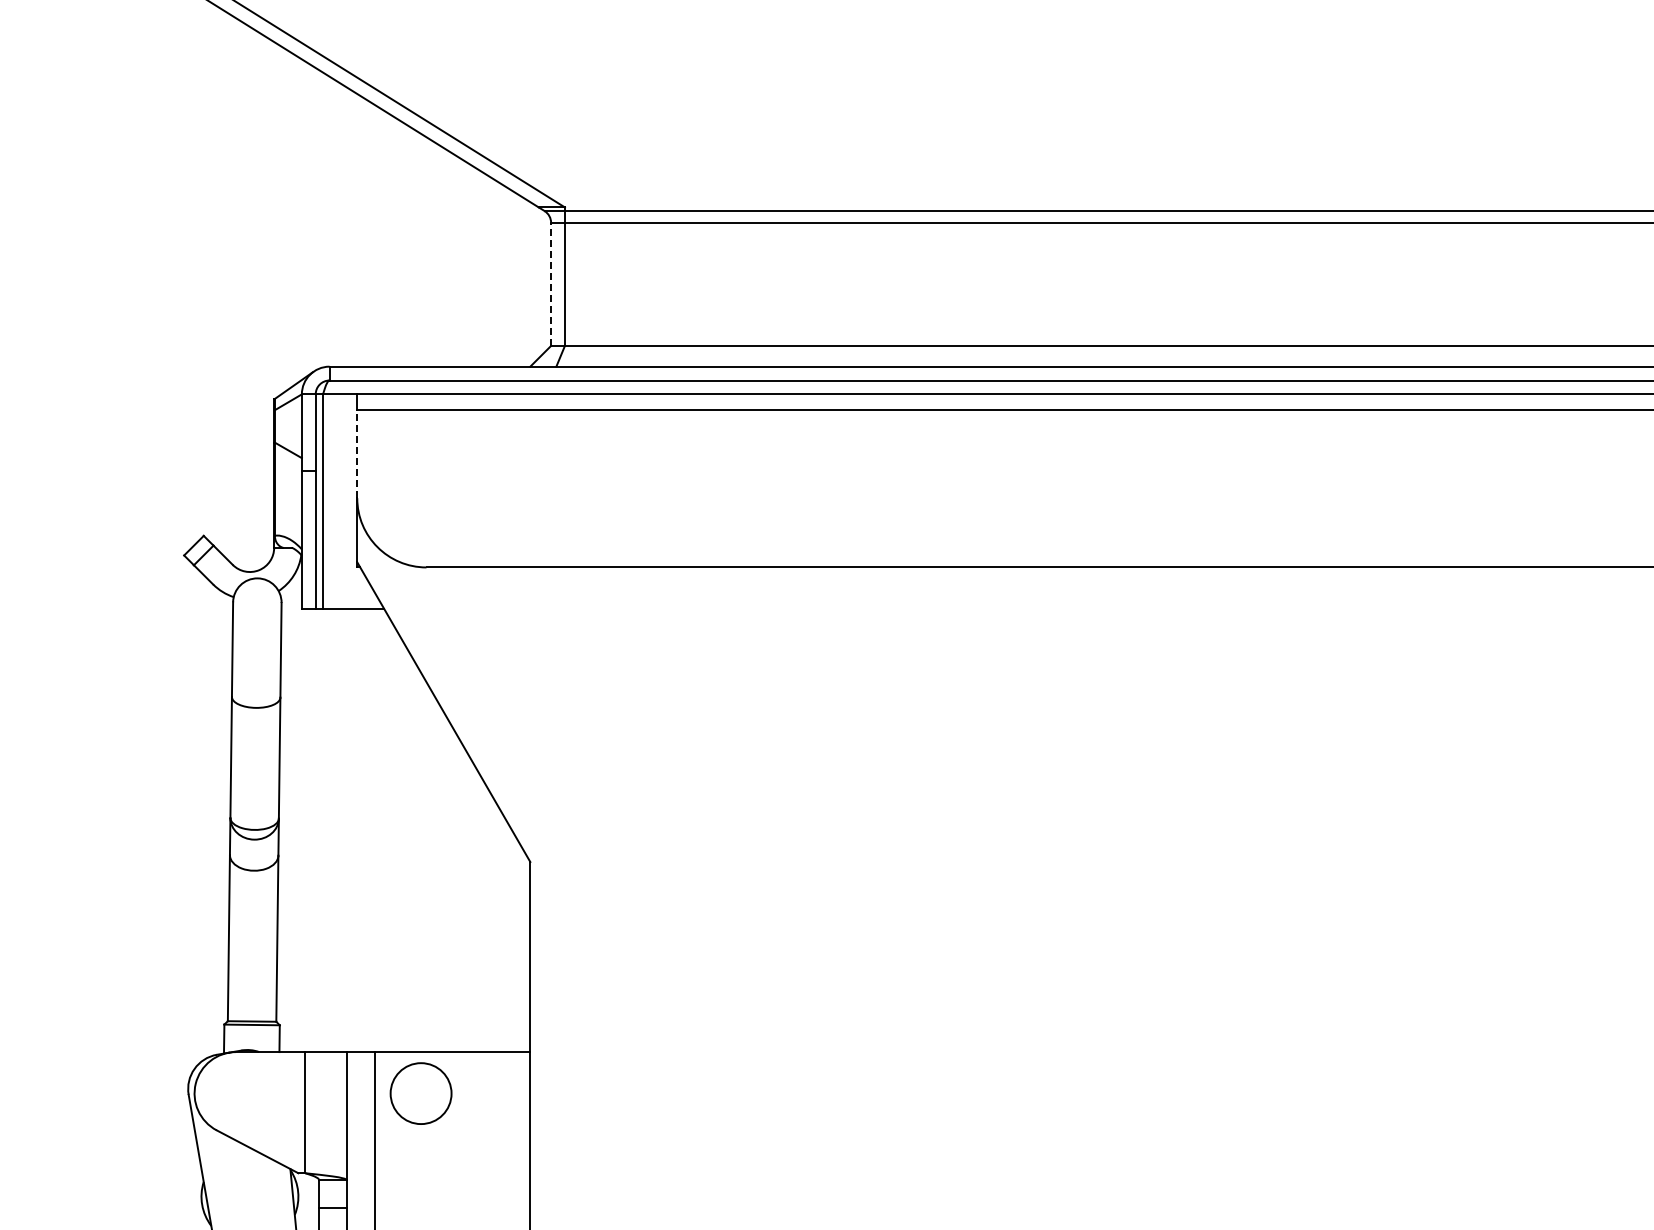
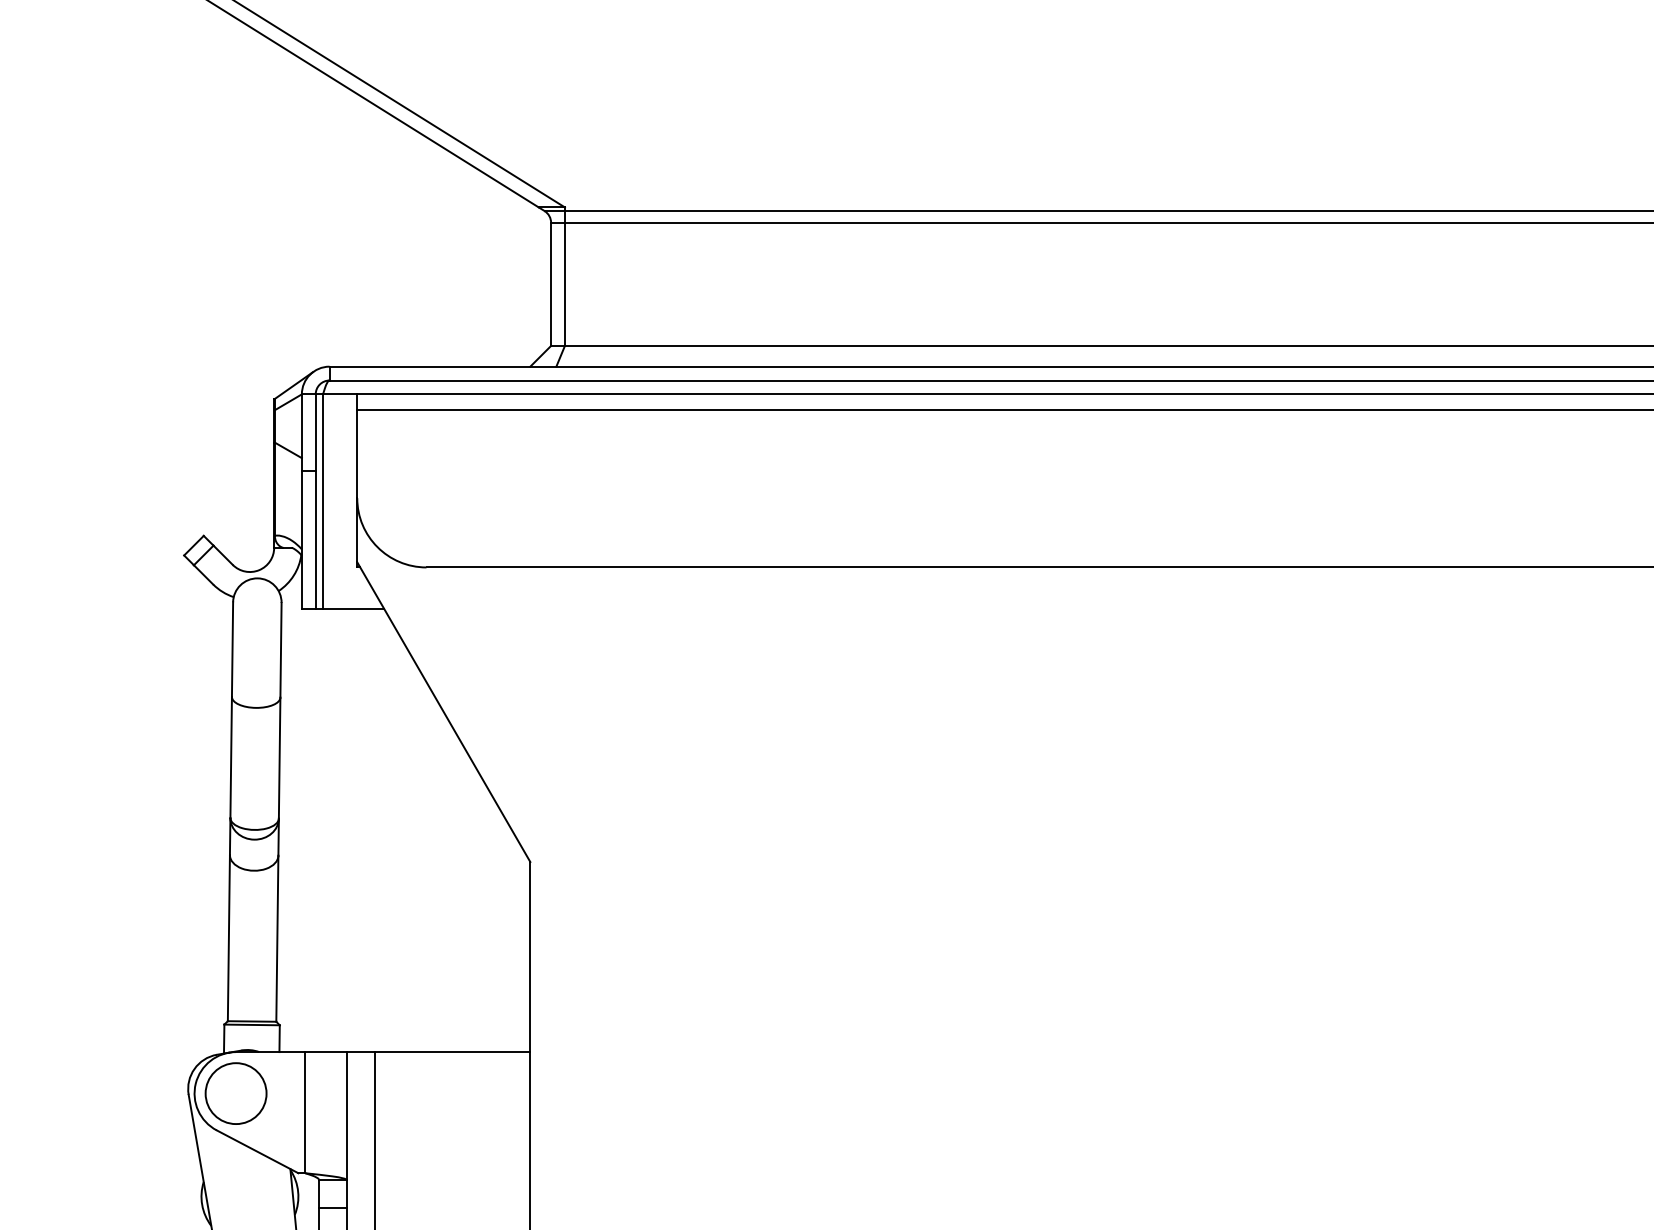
line at (551, 284): dashed -> solid
line at (357, 453): dashed -> solid
circle at (420, 1093) position: (420, 1093) -> (235, 1093)
